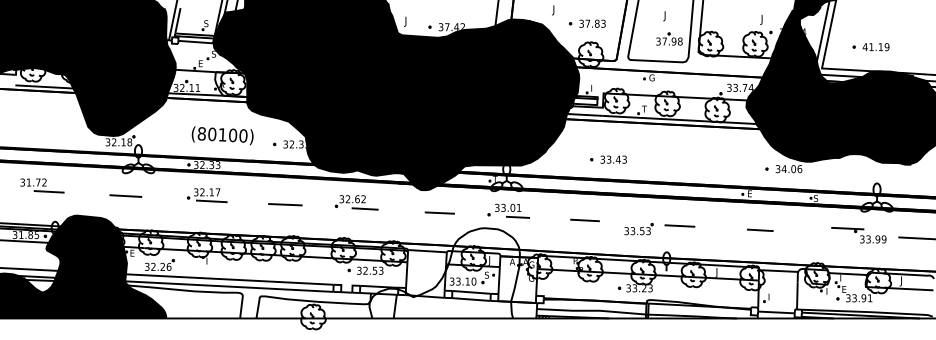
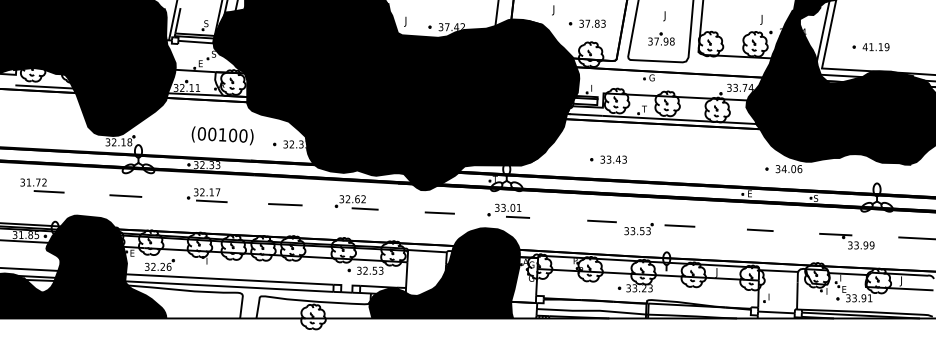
part at (669, 38) position: (669, 38) -> (661, 38)
text at (201, 133): (80100) -> (00100)
line at (584, 220) position: (584, 220) -> (601, 221)
part at (858, 235) position: (858, 235) -> (846, 241)
fill at (444, 273): none -> present
